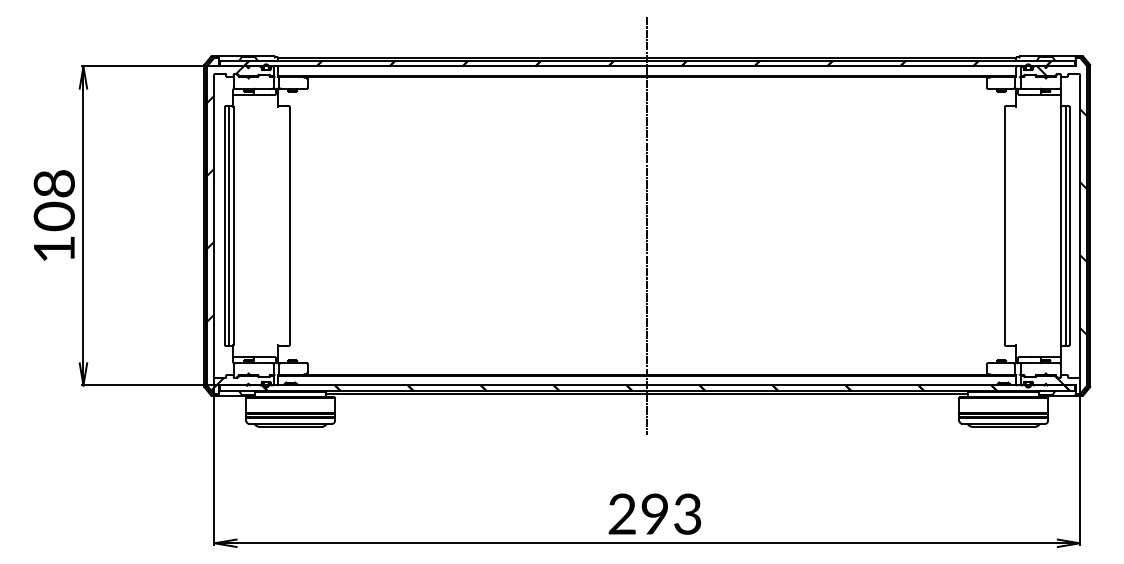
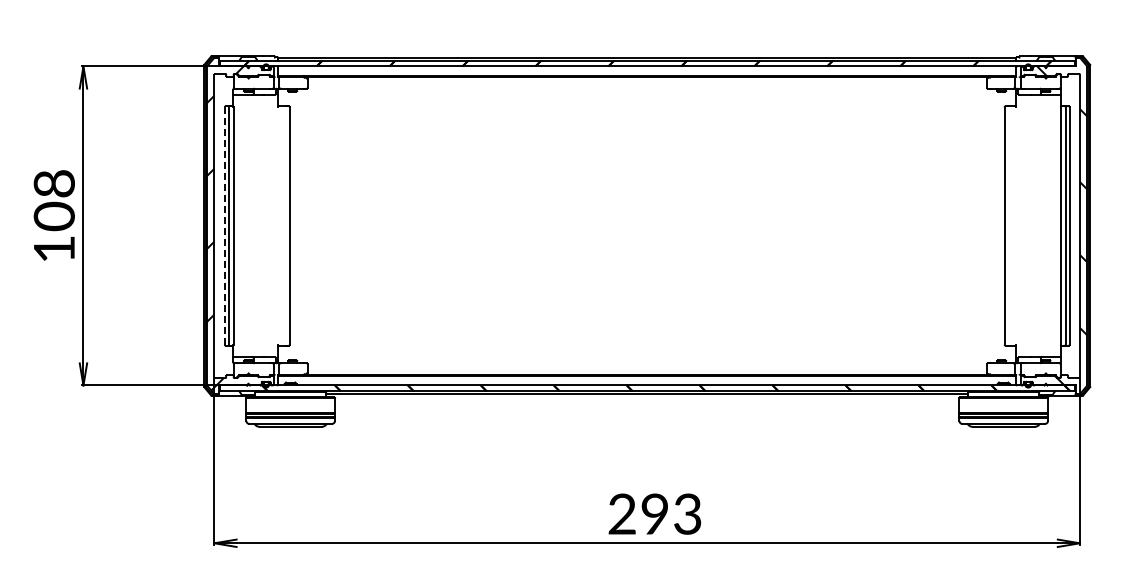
line at (224, 225): solid -> dashed
line at (647, 225): present -> none
